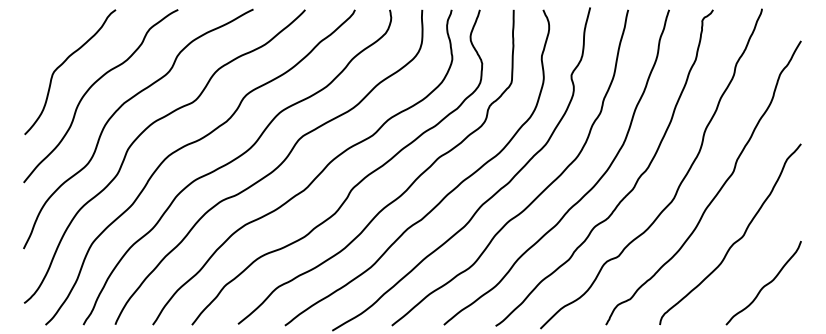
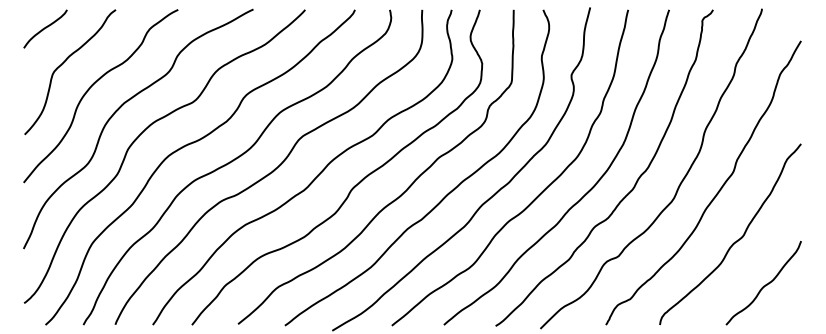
curve at (45, 28): none -> present
